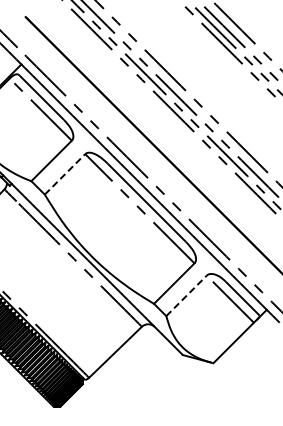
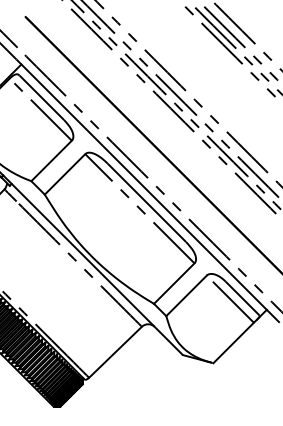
line at (65, 174): dashed -> solid
line at (186, 295): dashed -> solid
